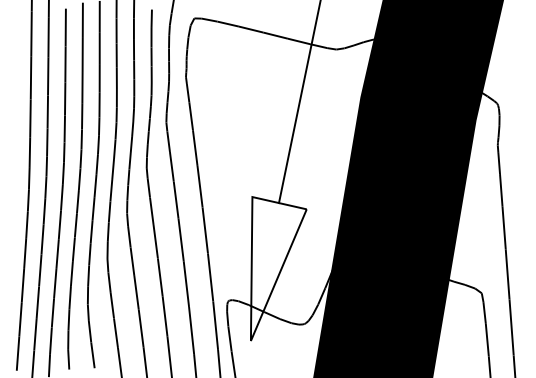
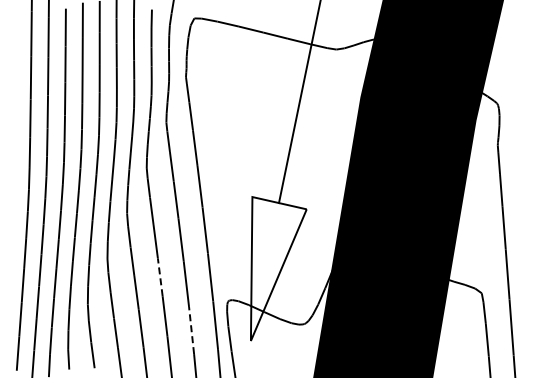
line at (160, 276): solid -> dashed
line at (191, 330): solid -> dashed
